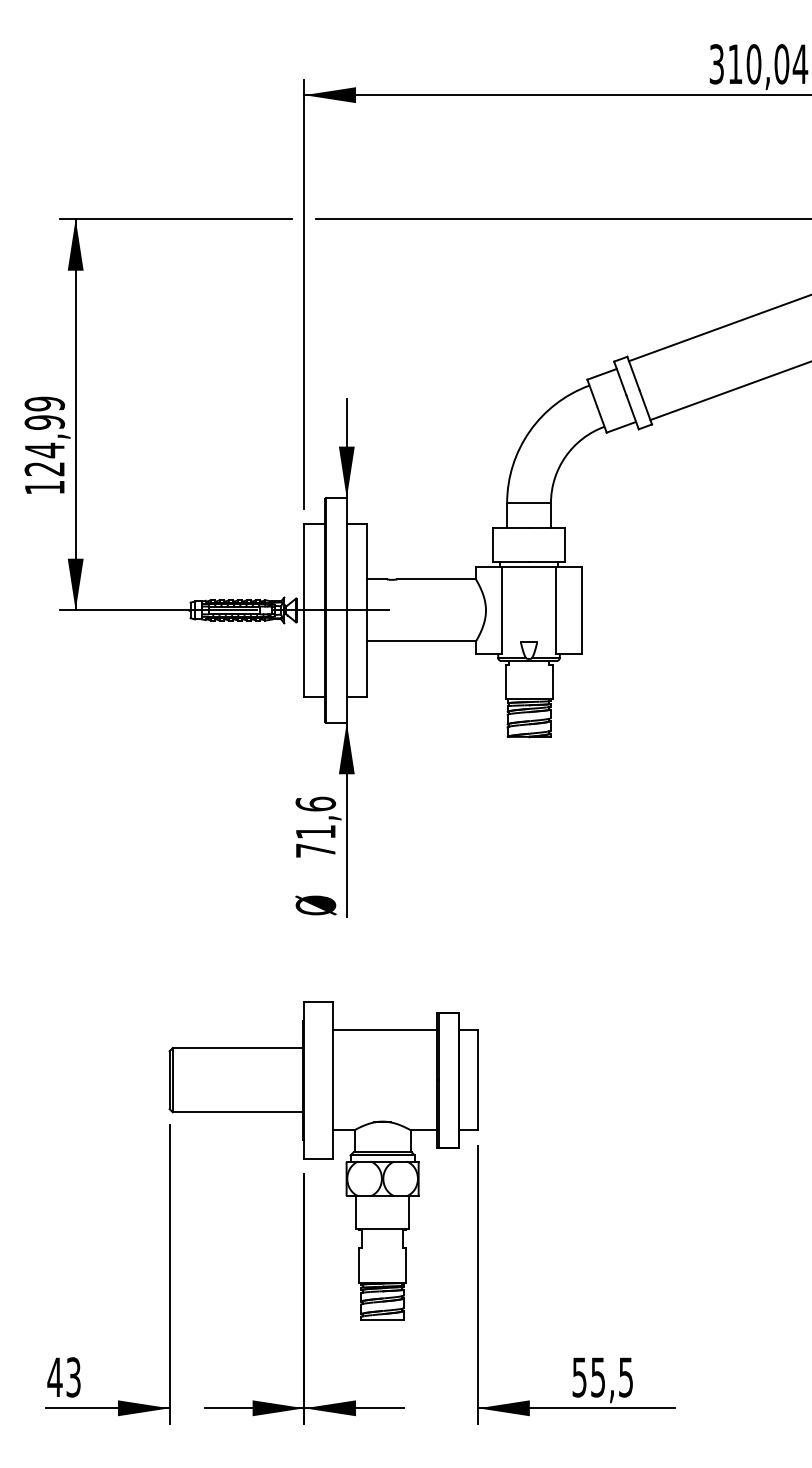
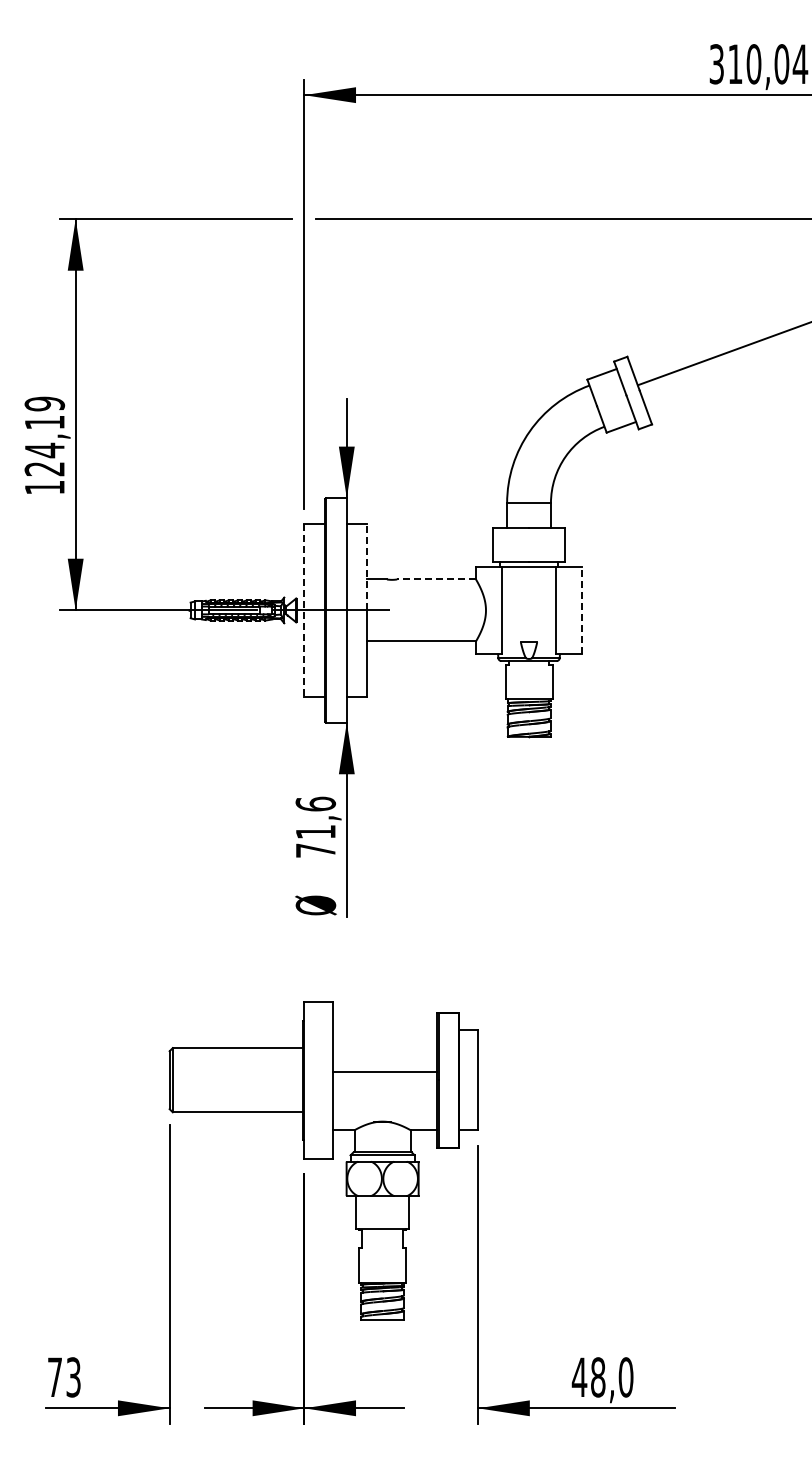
line at (718, 328) position: (718, 328) -> (723, 354)
line at (729, 391): present -> none
text at (44, 422): 124,99 -> 124,19
line at (366, 566): solid -> dashed
line at (436, 579): solid -> dashed
line at (304, 610): solid -> dashed
line at (582, 610): solid -> dashed
line at (384, 1030) position: (384, 1030) -> (384, 1072)
text at (54, 1376): 43 -> 73
text at (602, 1377): 55,5 -> 48,0
